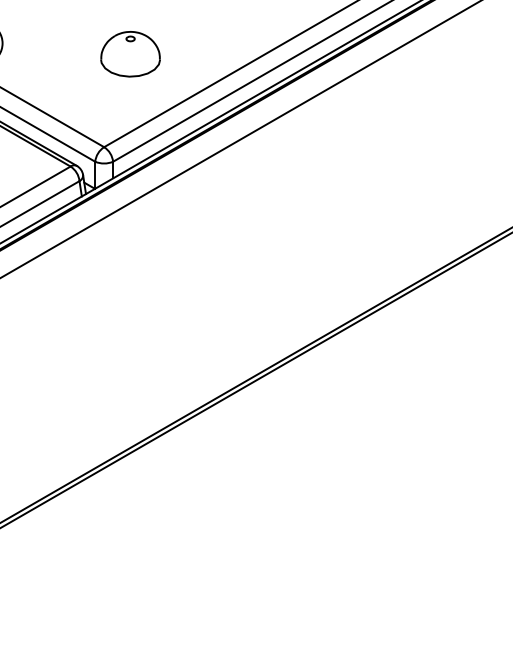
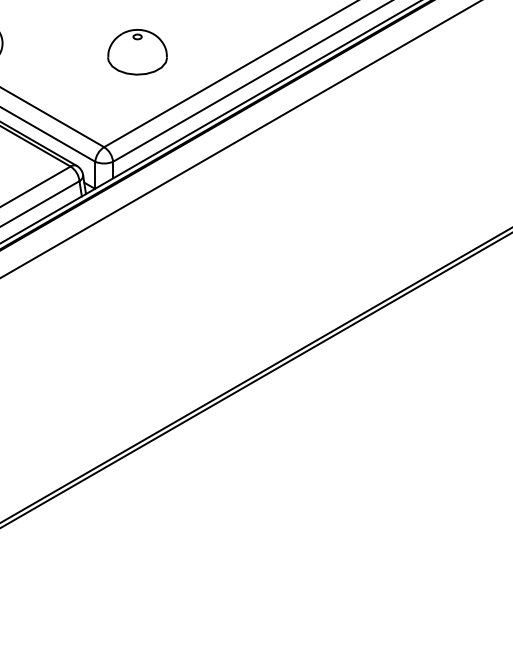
part at (130, 54) position: (130, 54) -> (137, 52)
